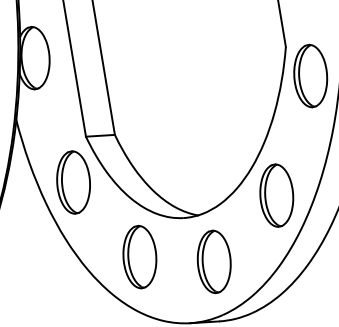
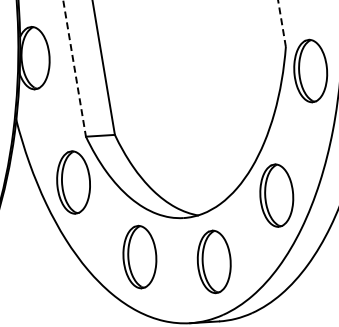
line at (281, 23): solid -> dashed
line at (74, 68): solid -> dashed
part at (310, 75) position: (310, 75) -> (310, 70)
